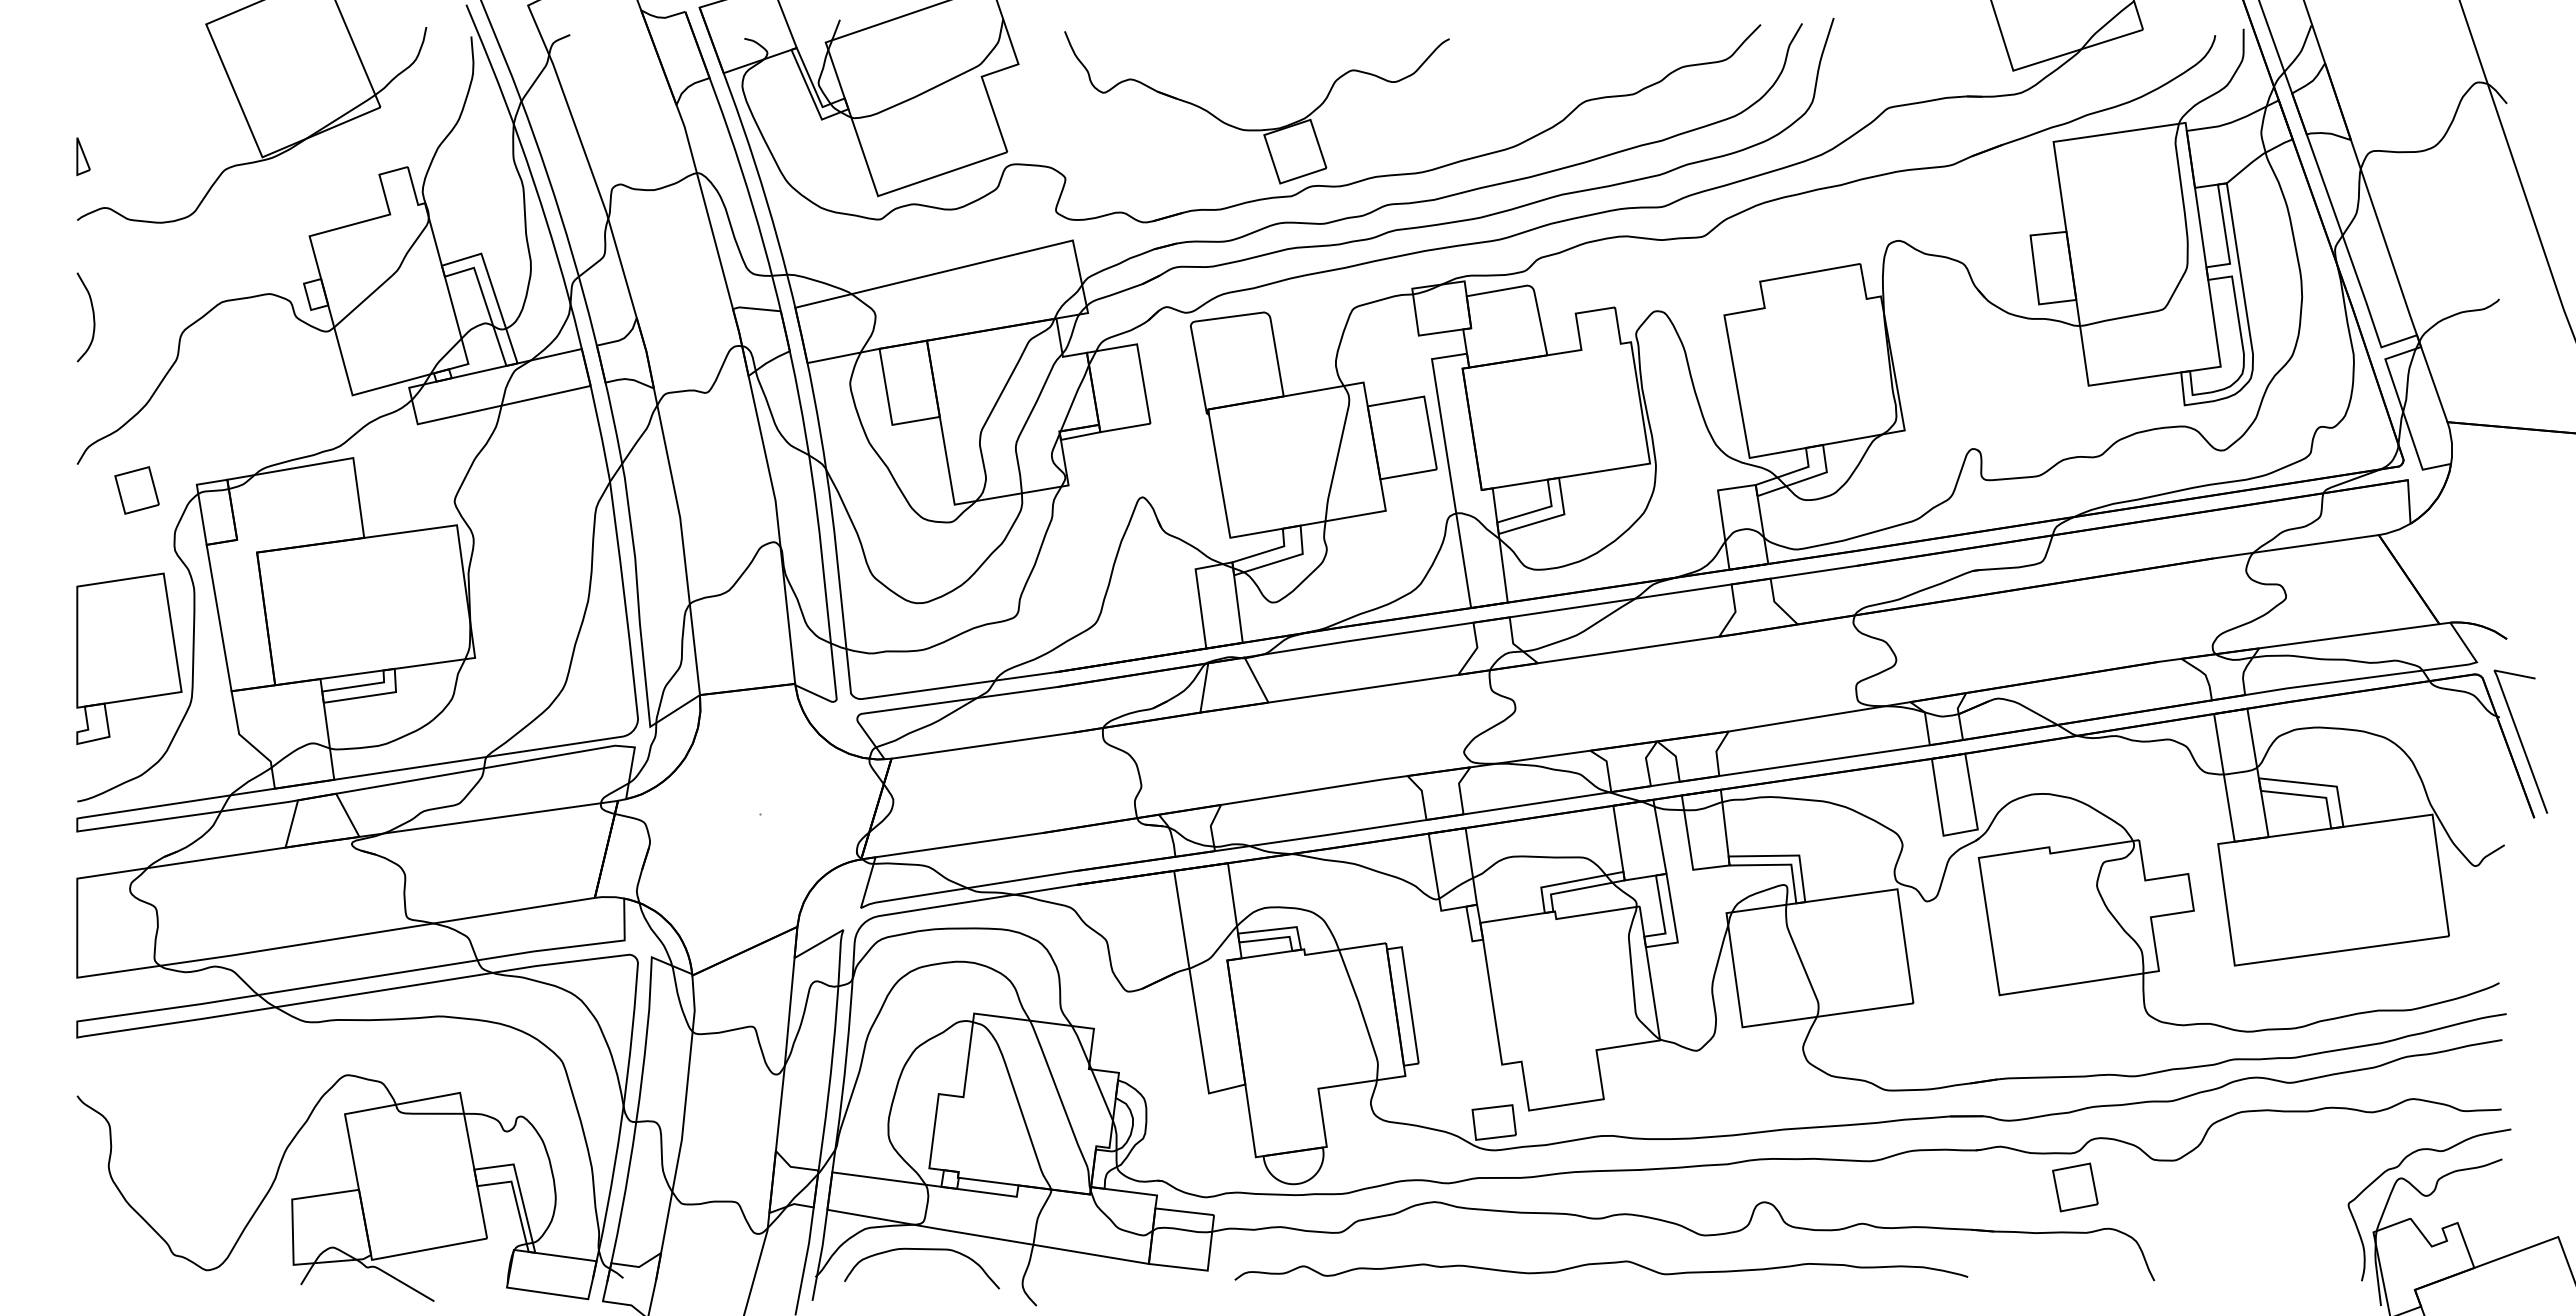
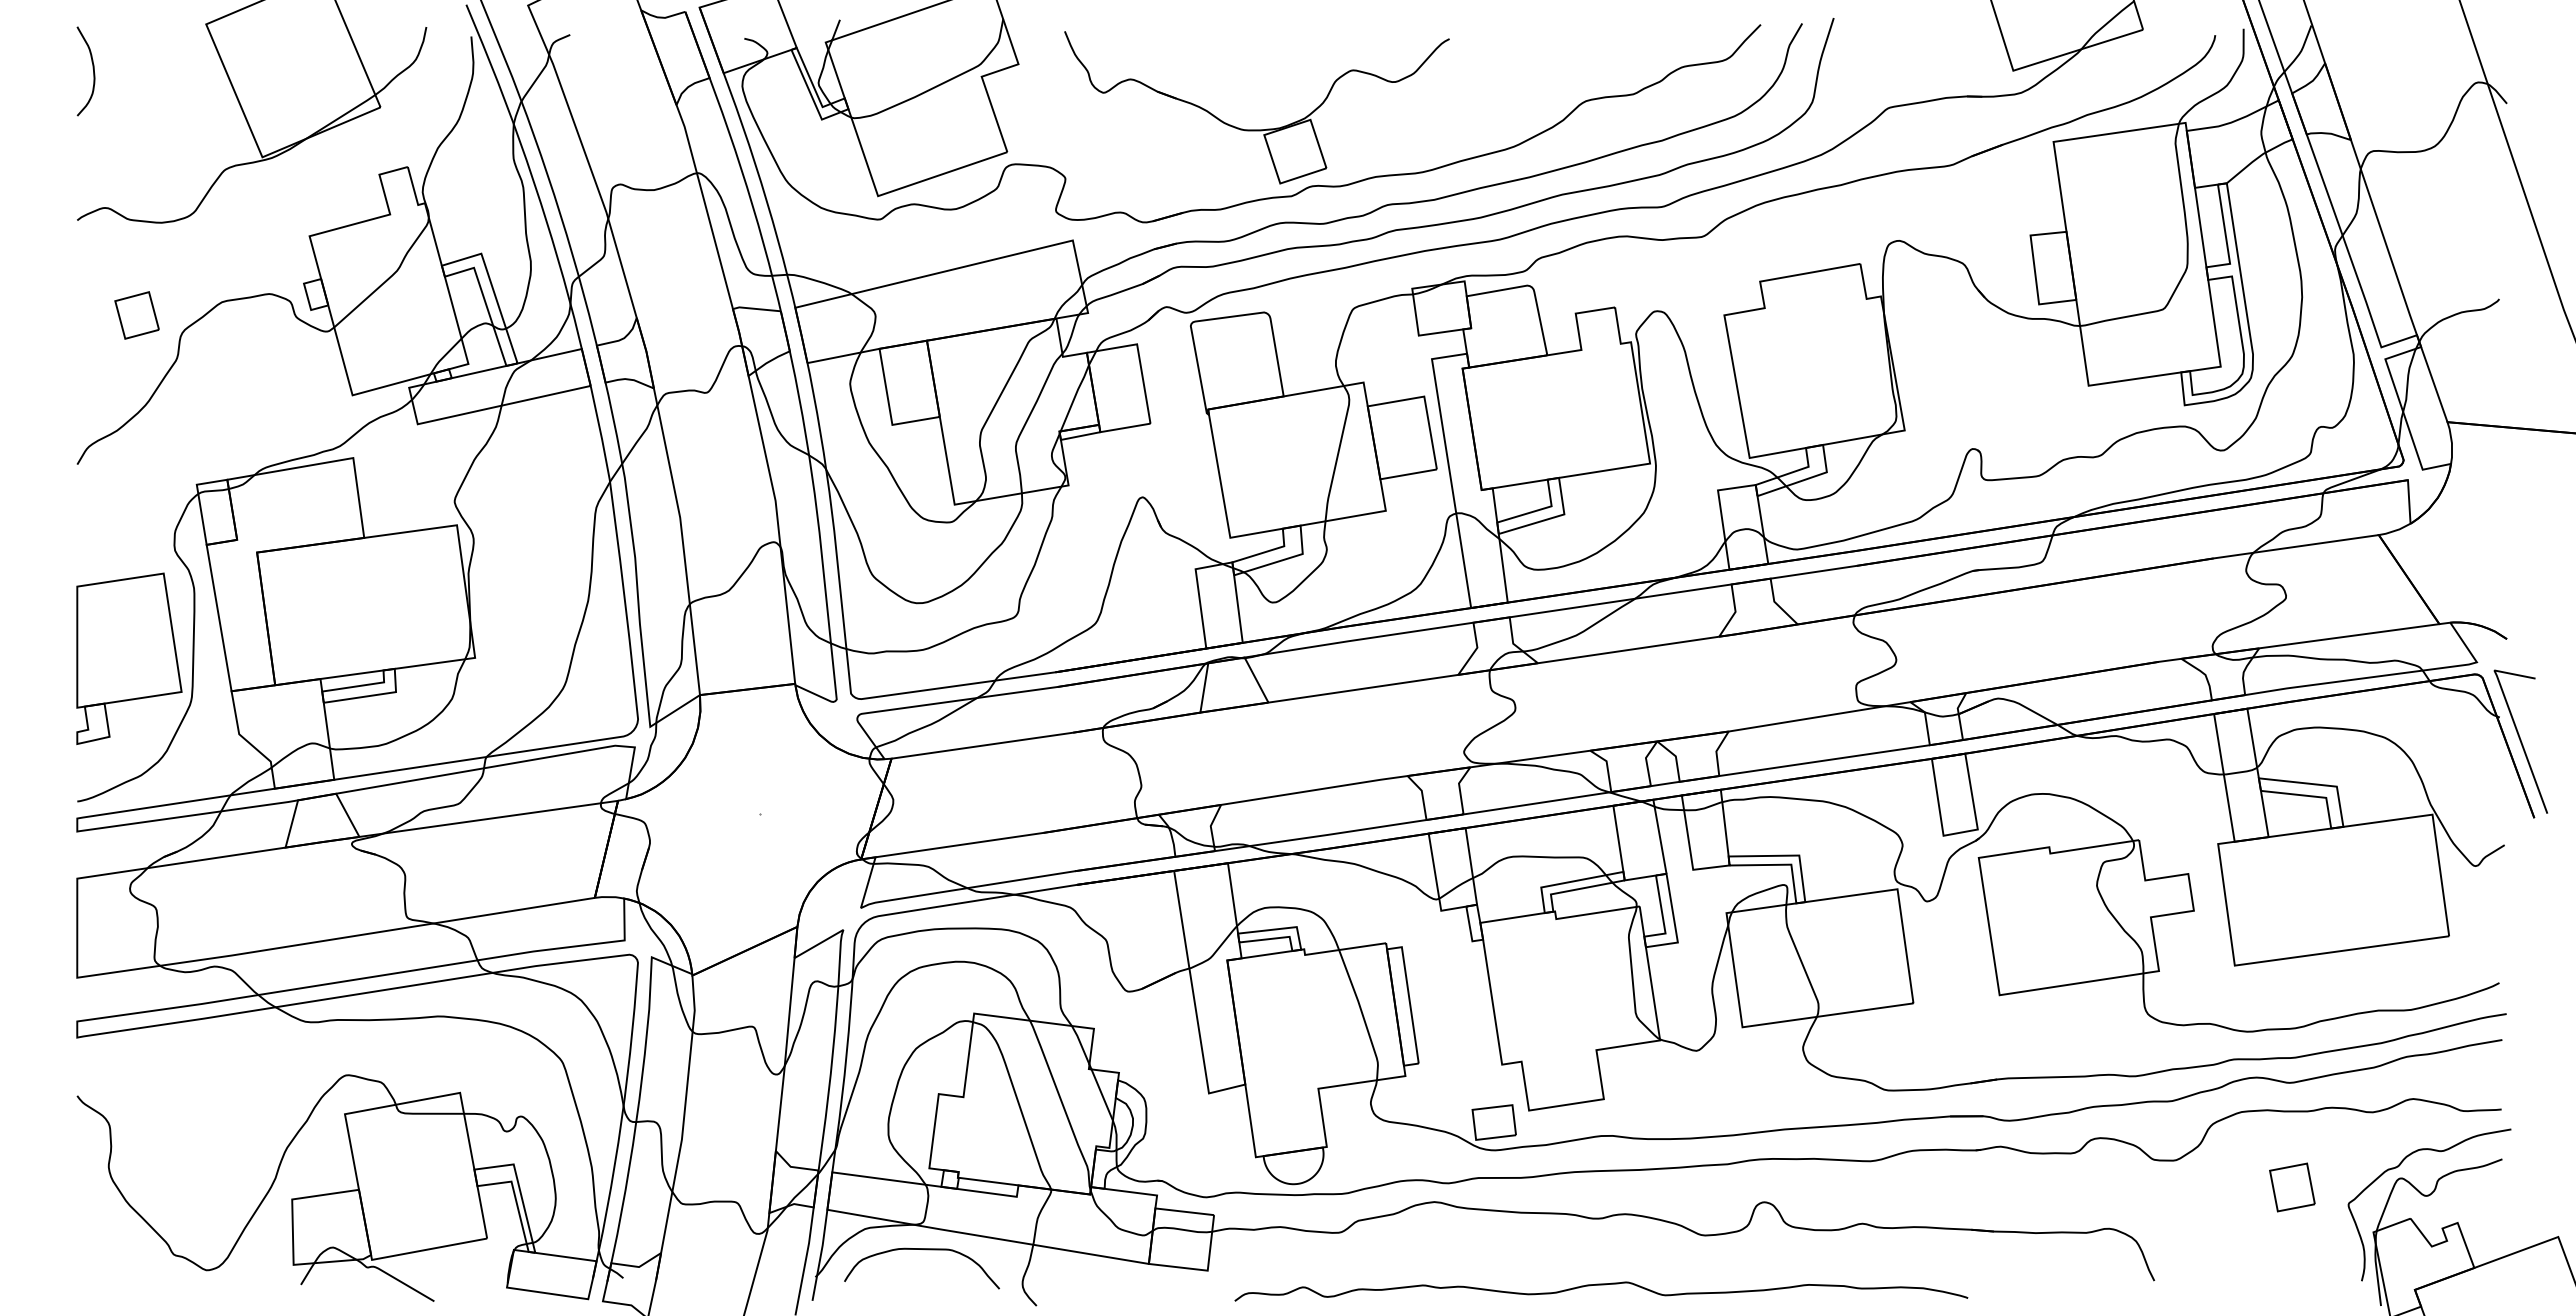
part at (83, 156): present -> none
curve at (92, 314) position: (92, 314) -> (92, 68)
part at (136, 490) position: (136, 490) -> (136, 315)
part at (2075, 1187) position: (2075, 1187) -> (2292, 1187)
curve at (1601, 1264) position: (1601, 1264) -> (1601, 1285)
